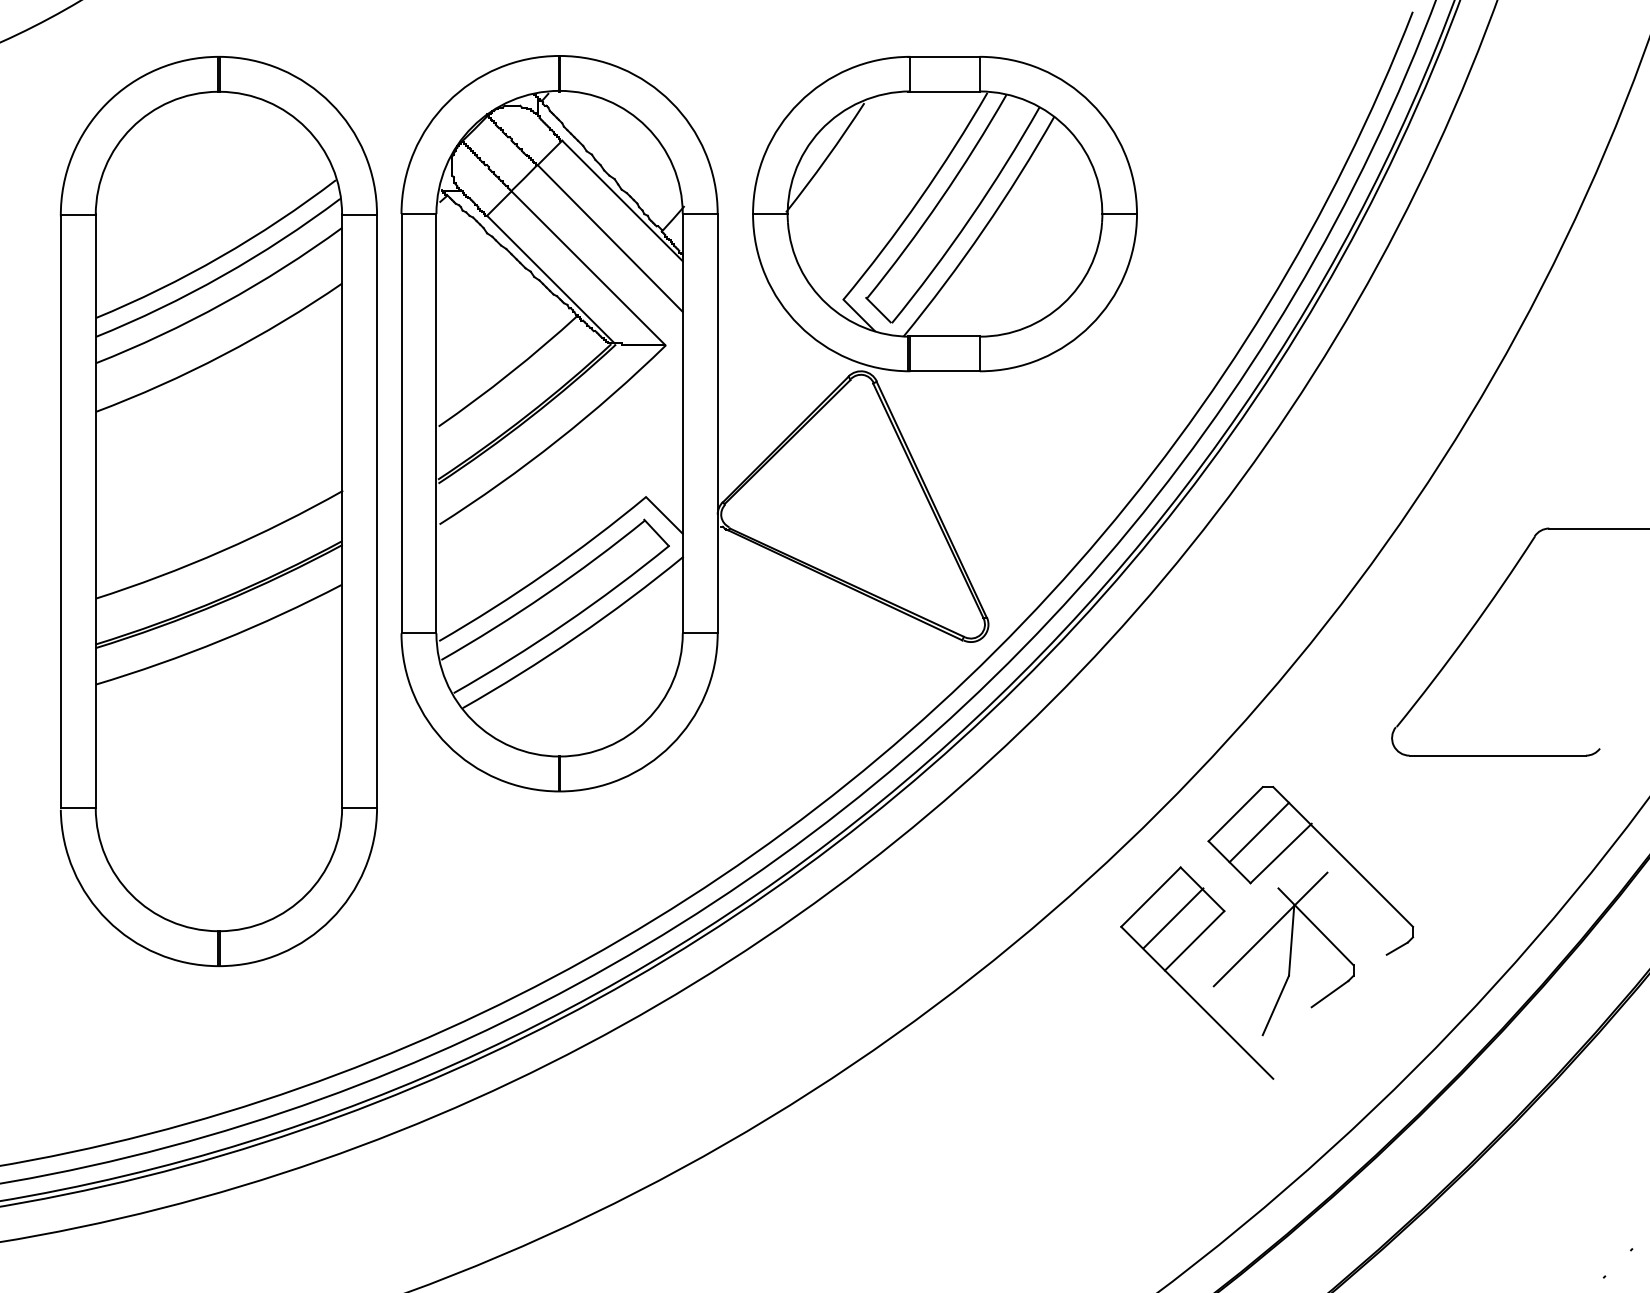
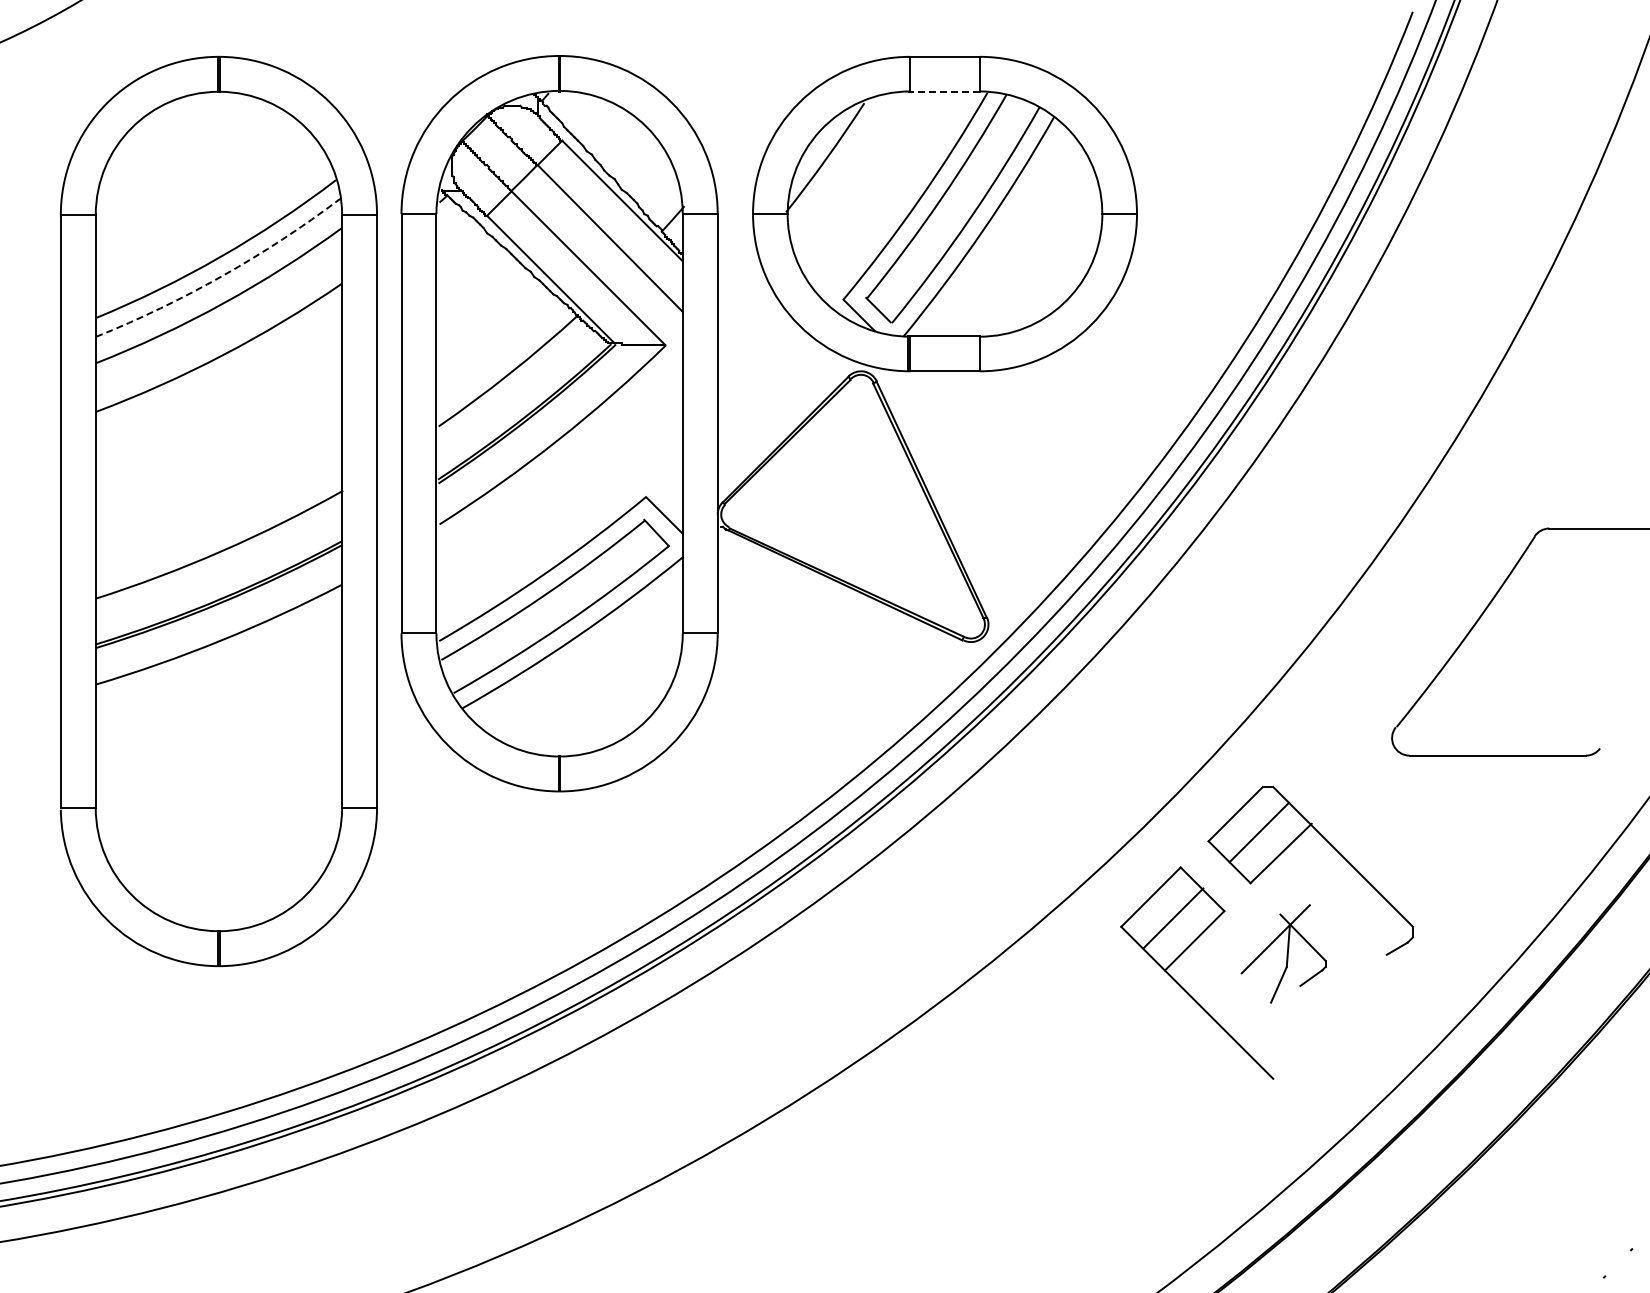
line at (943, 91): solid -> dashed
arc at (222, 275): solid -> dashed
part at (1283, 953) size: 143x166 px -> 87x100 px
